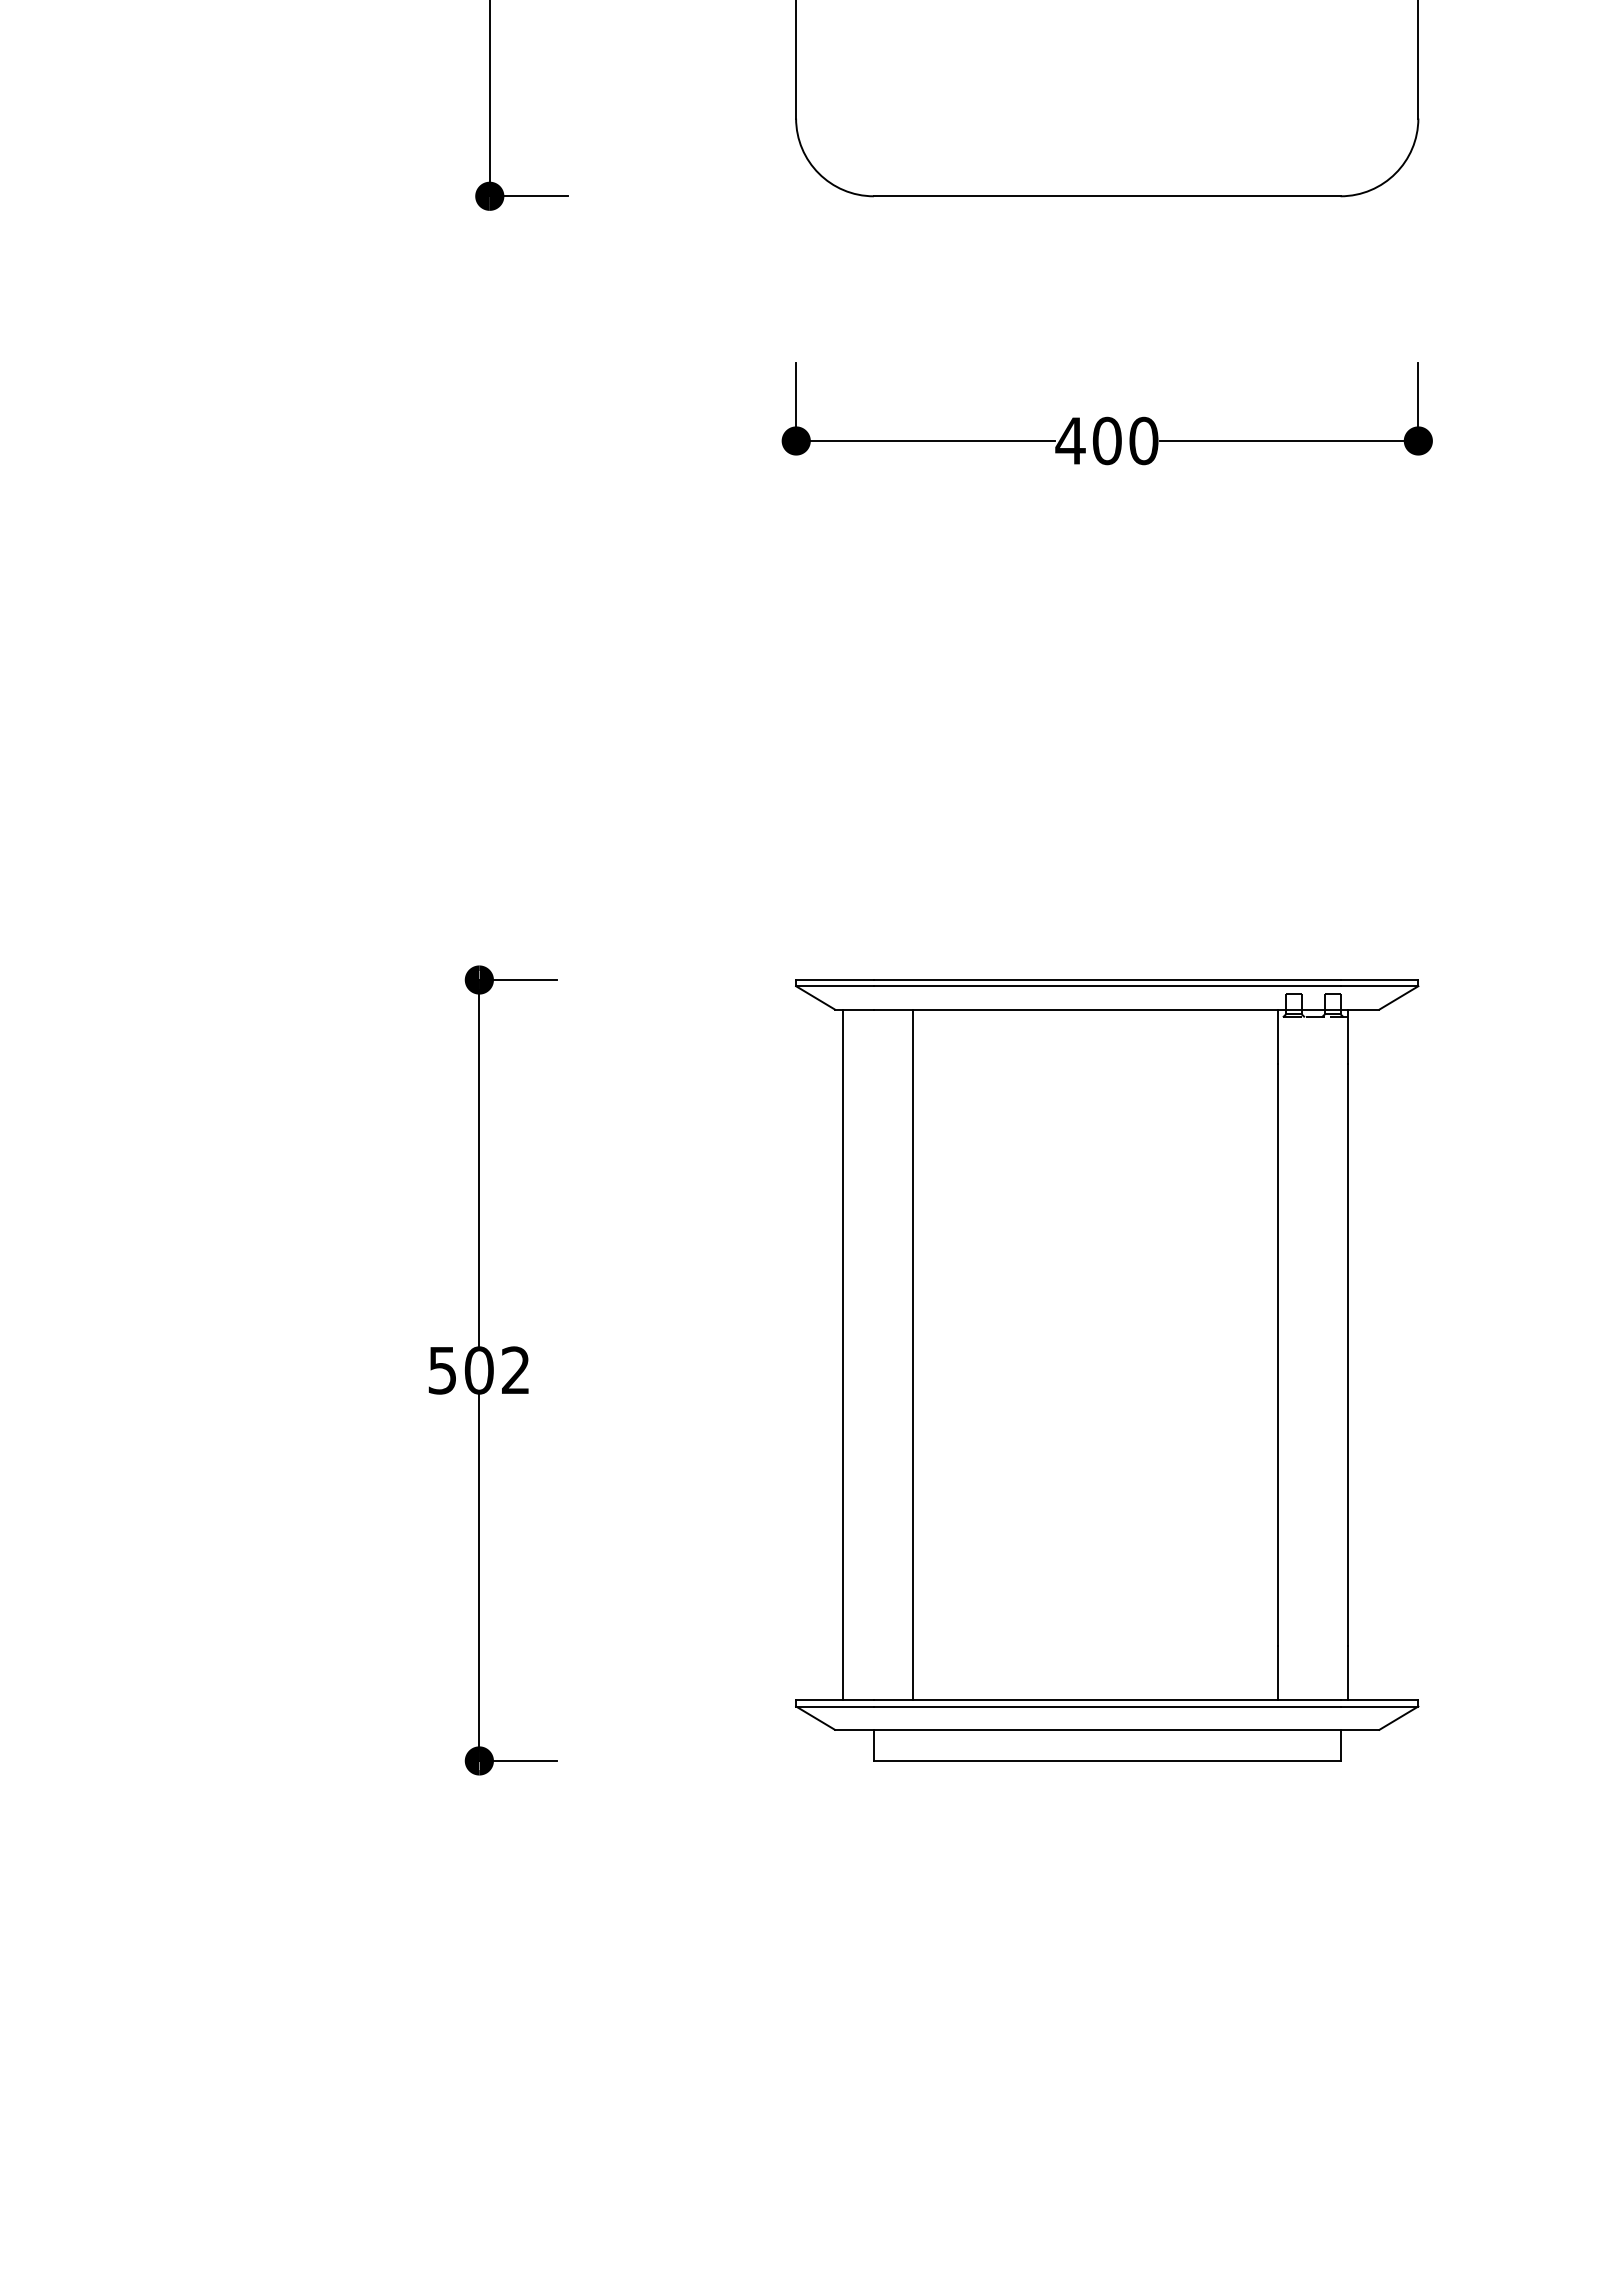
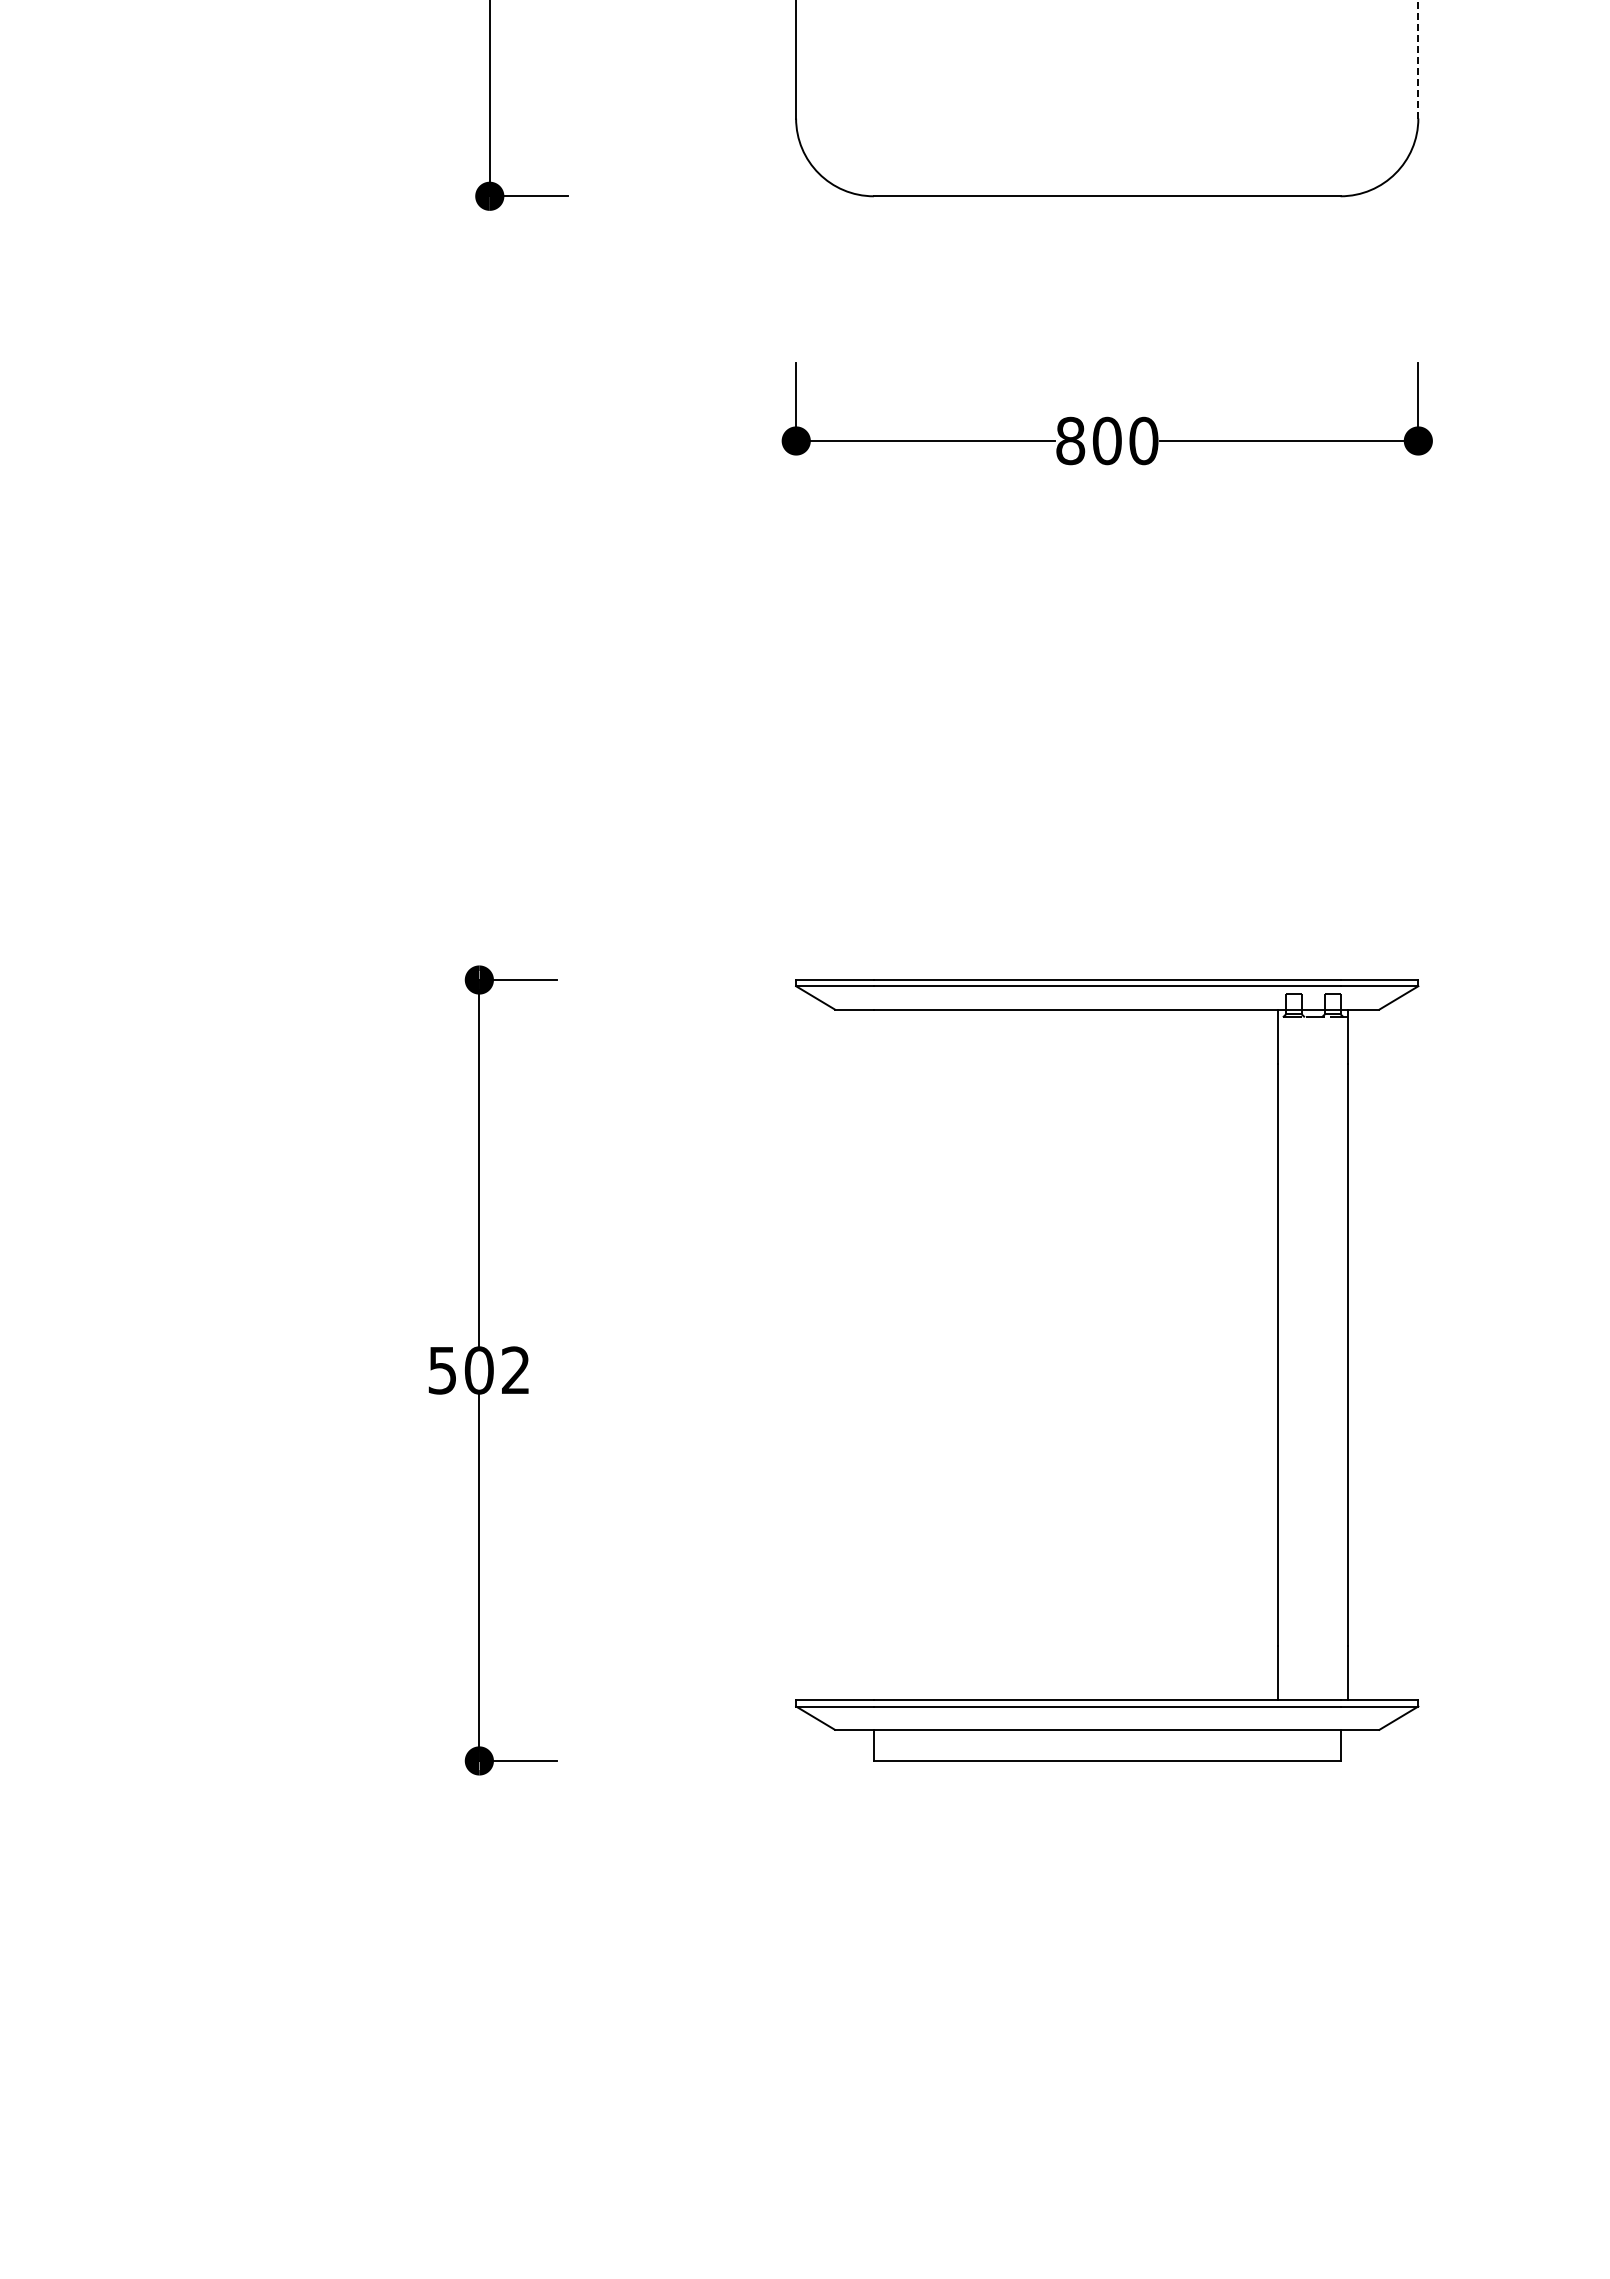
line at (1418, 59): solid -> dashed
text at (1070, 440): 400 -> 800
line at (842, 1354): present -> none
line at (912, 1354): present -> none
